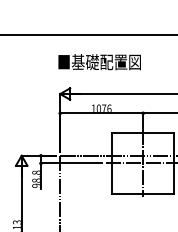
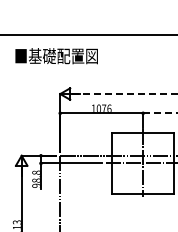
text at (99, 62) position: (99, 62) -> (56, 56)
line at (124, 94): solid -> dashed
line at (160, 113): solid -> dashed
